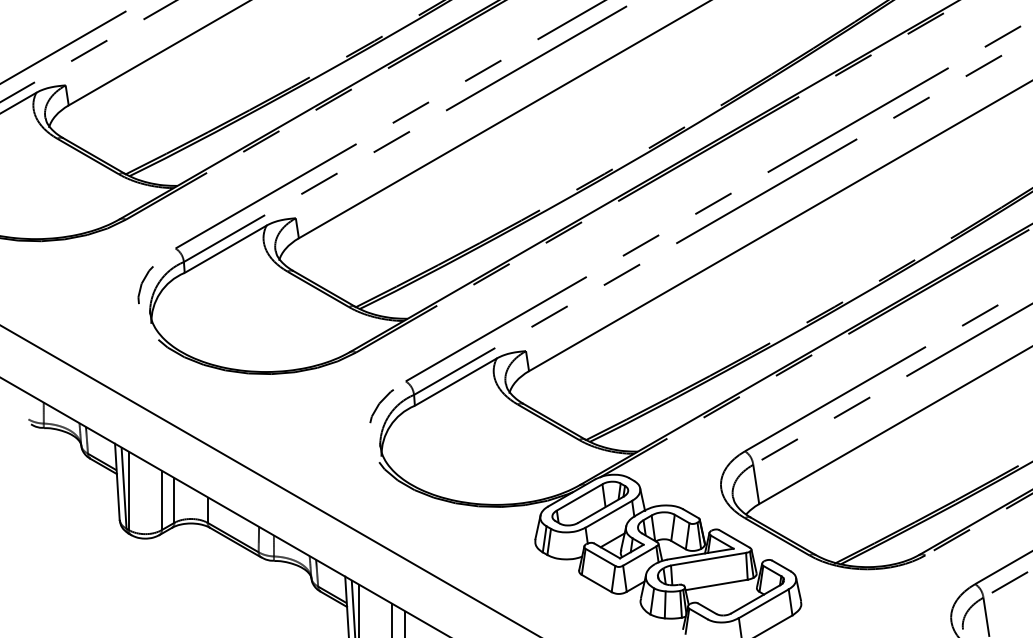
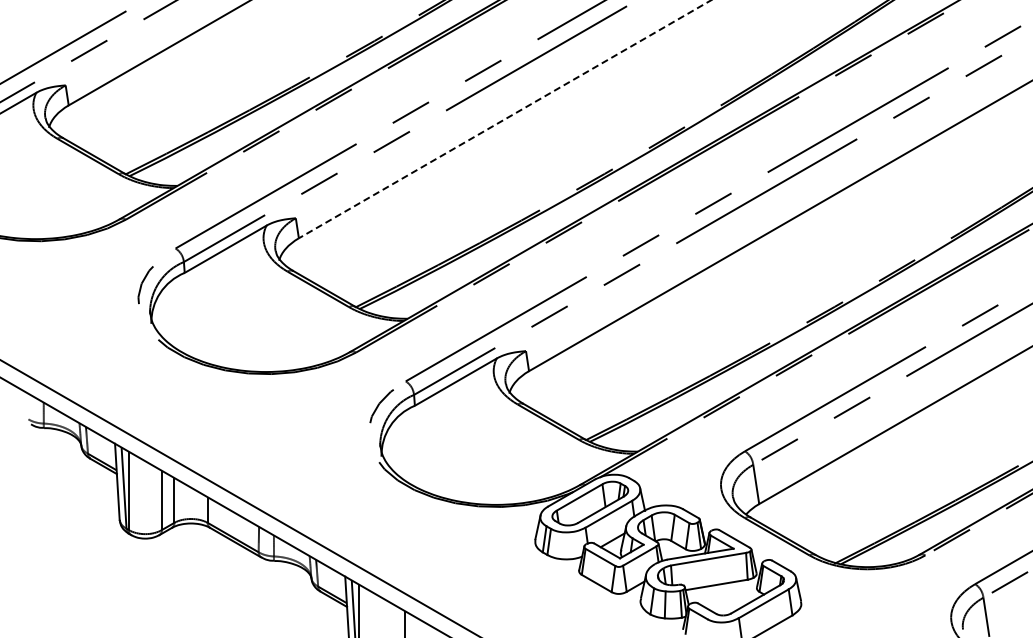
line at (504, 119): solid -> dashed
line at (269, 480) position: (269, 480) -> (239, 497)
line at (392, 618): present -> none
